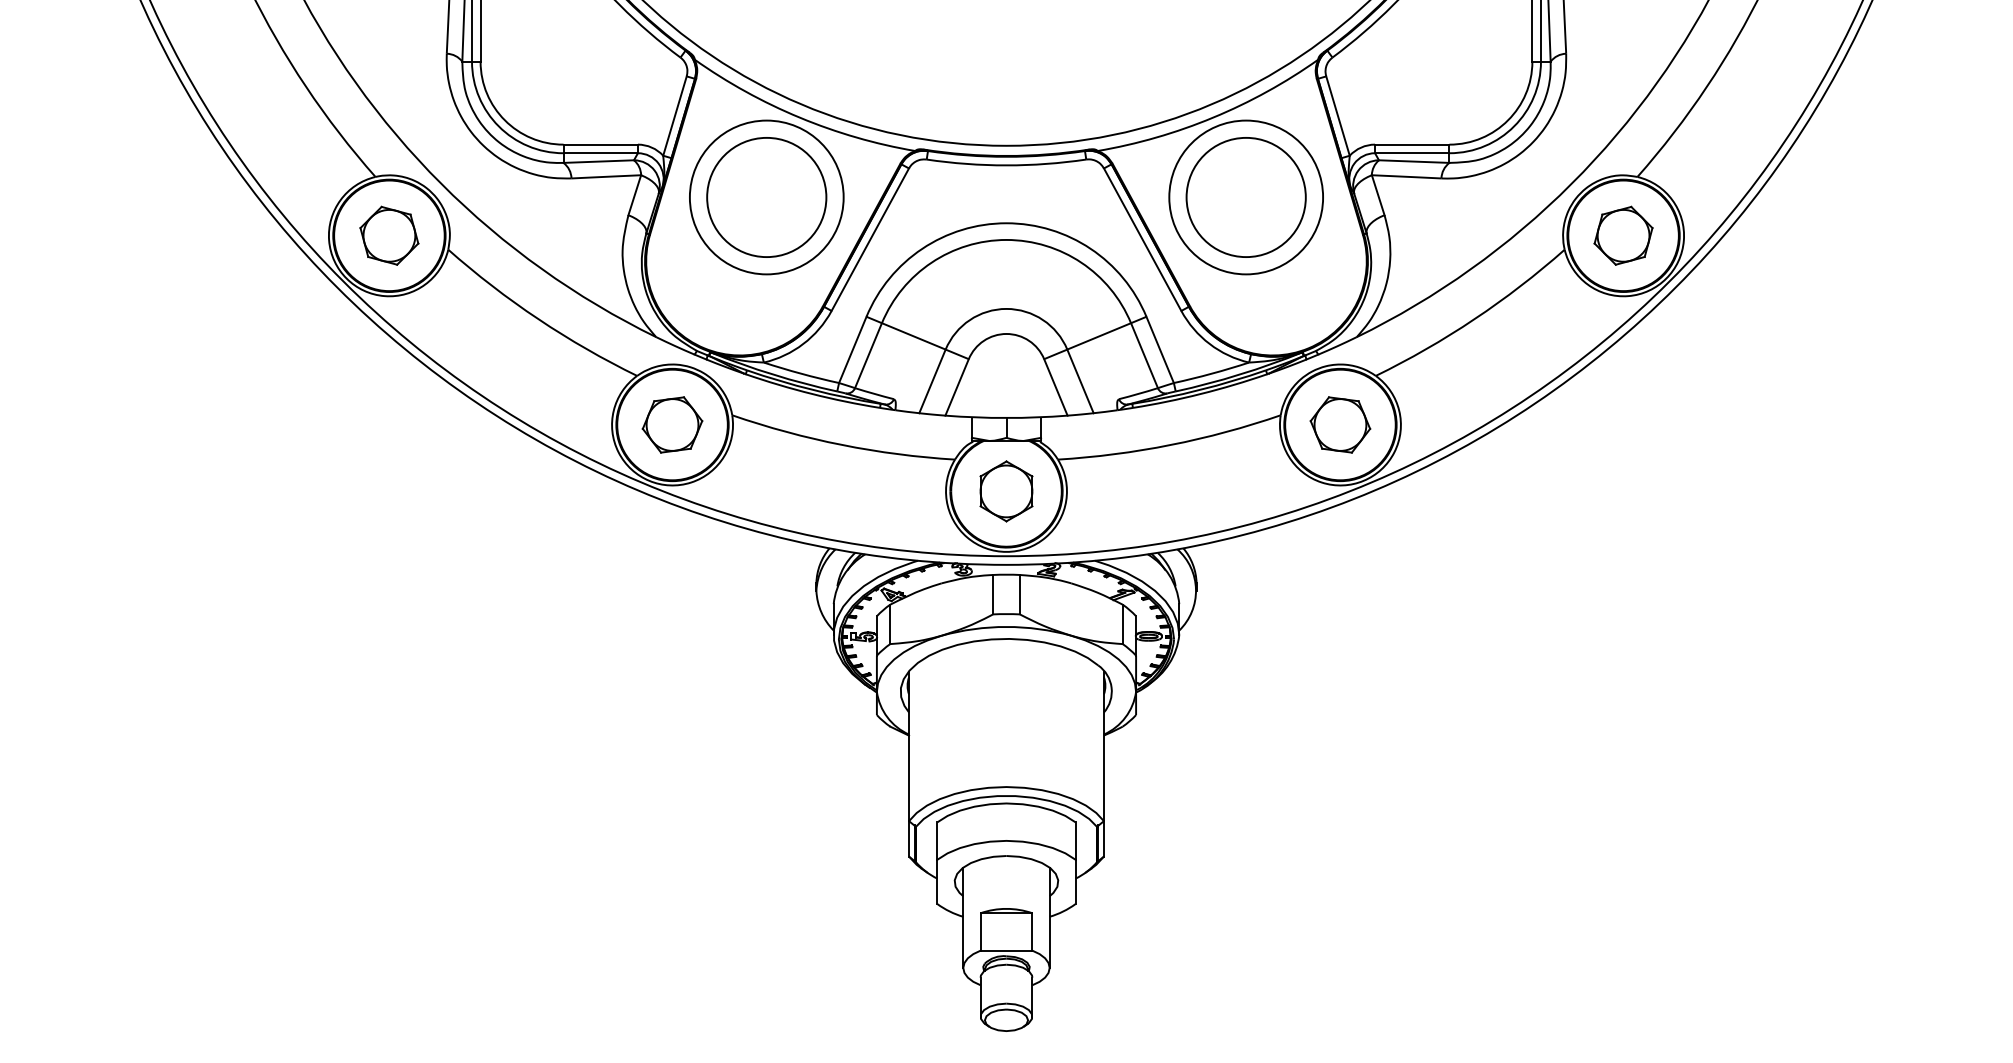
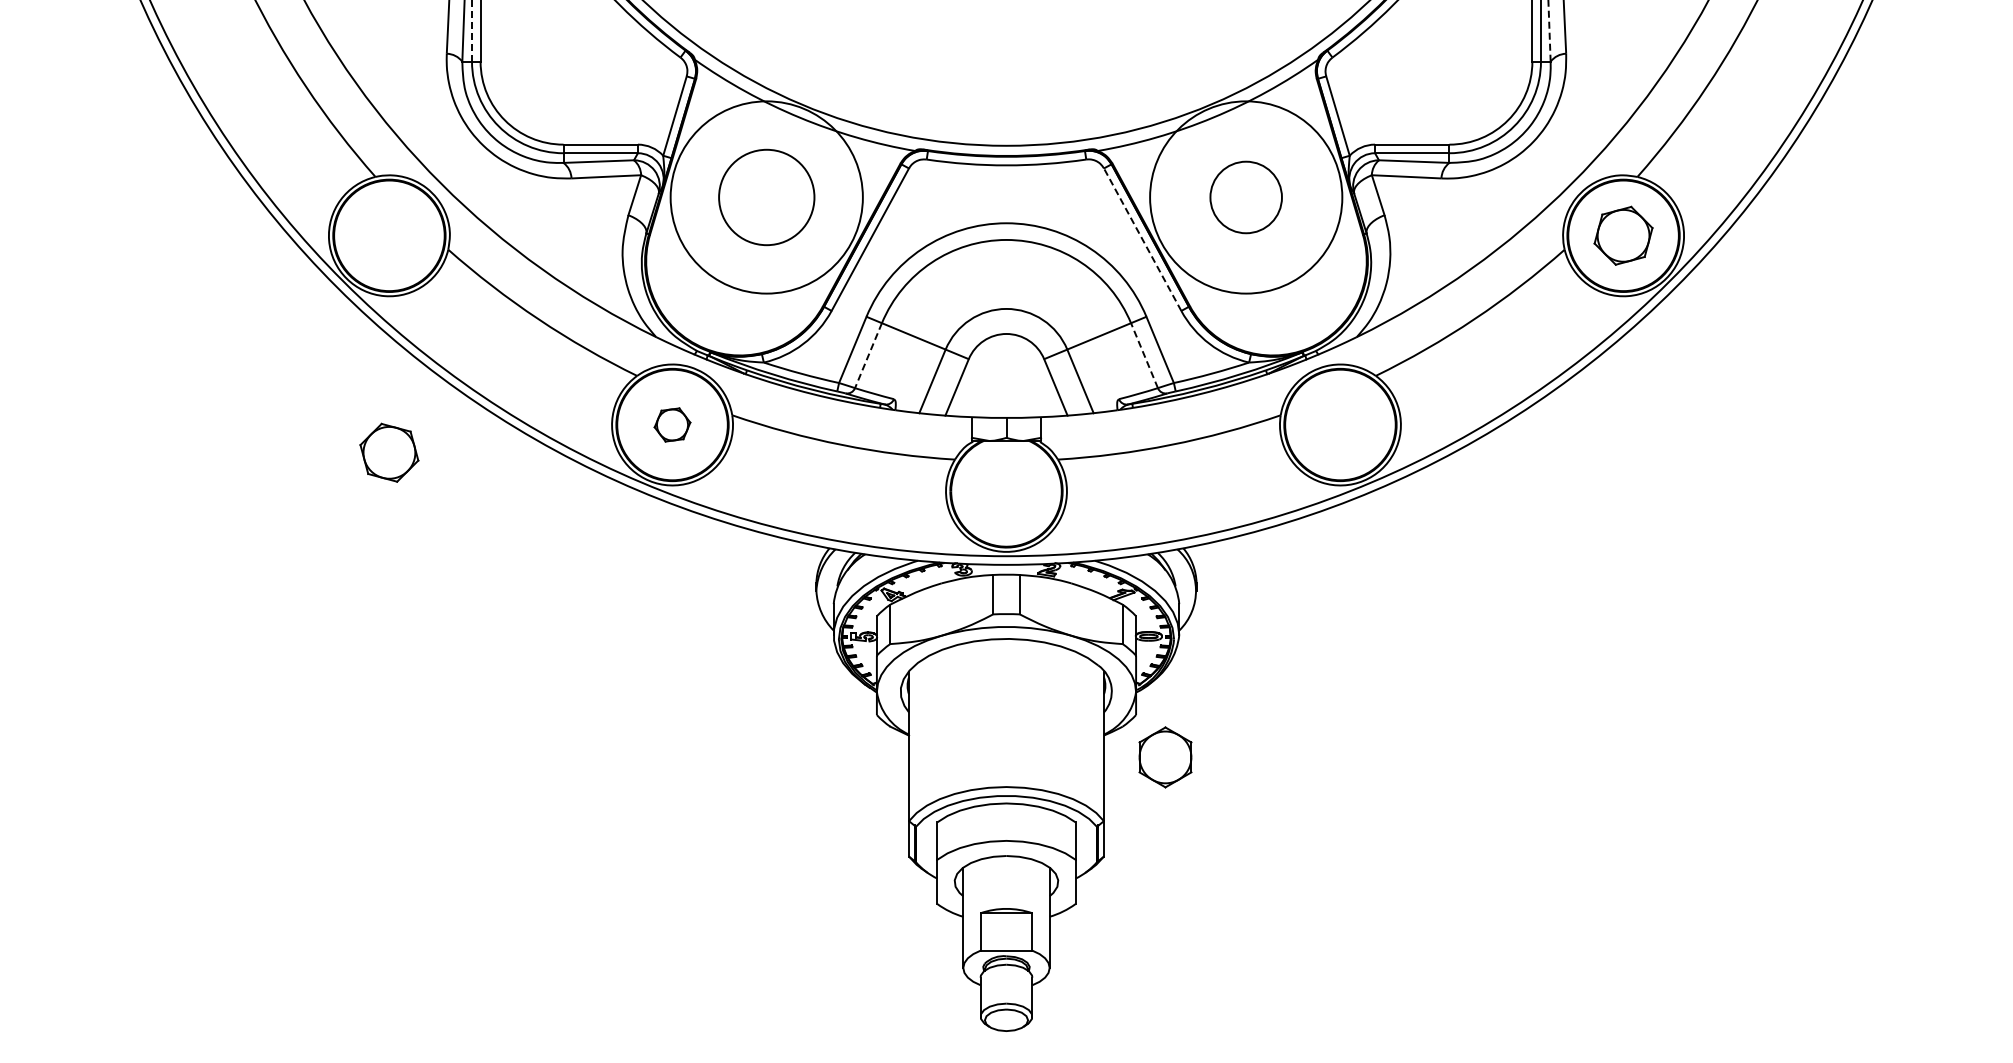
line at (472, 30): solid -> dashed
line at (1549, 30): solid -> dashed
circle at (766, 197) diameter: 119 px -> 95 px
circle at (766, 197) diameter: 154 px -> 192 px
circle at (1245, 197) diameter: 119 px -> 72 px
circle at (1246, 197) diameter: 154 px -> 192 px
part at (389, 235) position: (389, 235) -> (389, 452)
line at (1142, 239): solid -> dashed
line at (1144, 355): solid -> dashed
line at (868, 356): solid -> dashed
part at (672, 424) size: 63x58 px -> 39x36 px
part at (1340, 424): present -> none
part at (1006, 491) position: (1006, 491) -> (1165, 757)
